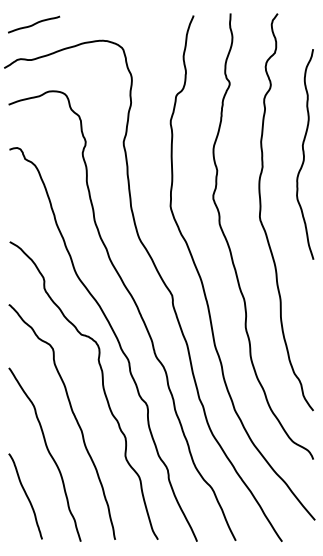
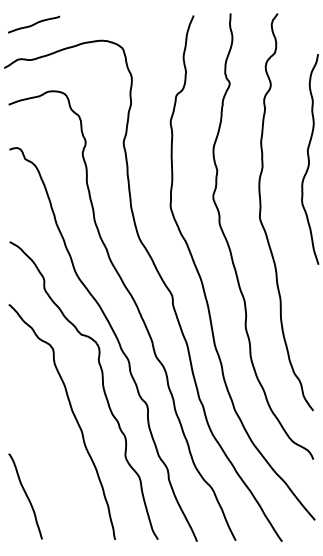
curve at (304, 154) position: (304, 154) -> (309, 159)
curve at (48, 453): present -> none
